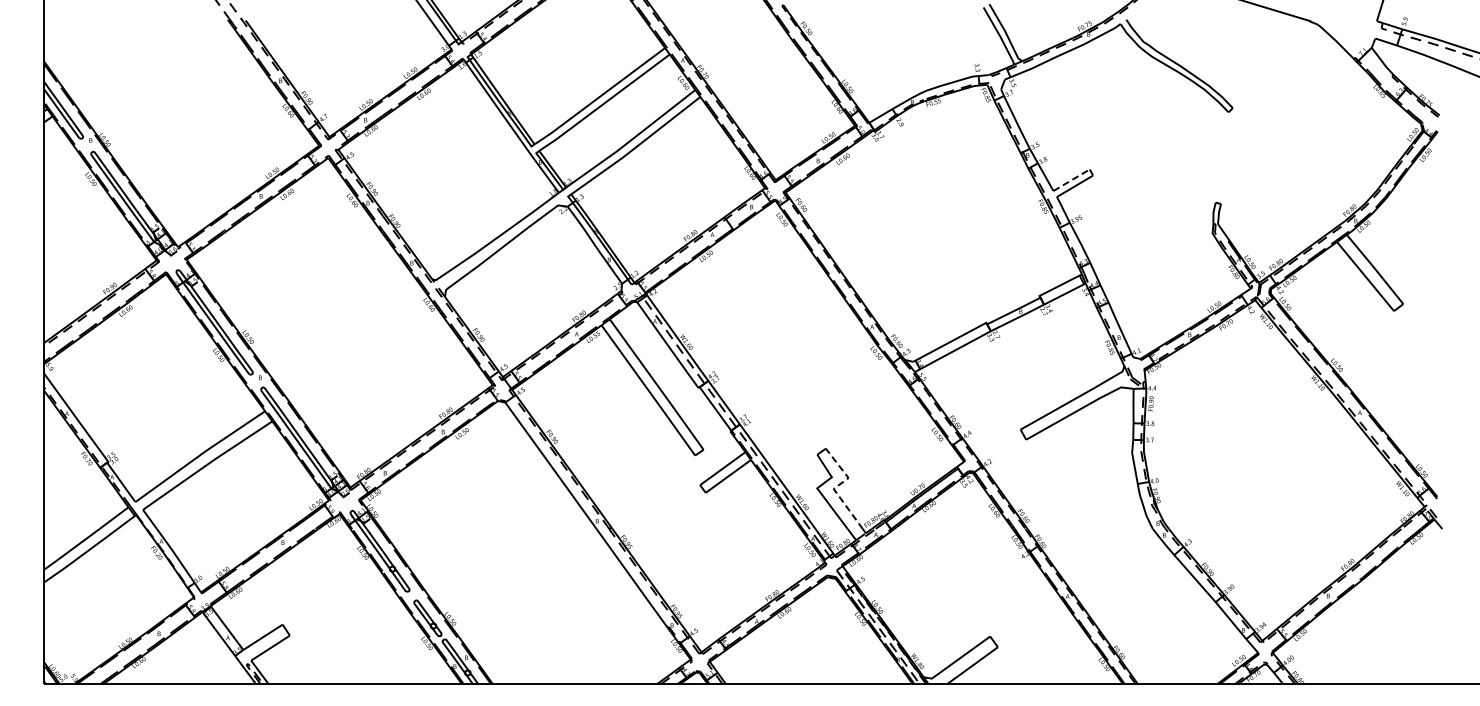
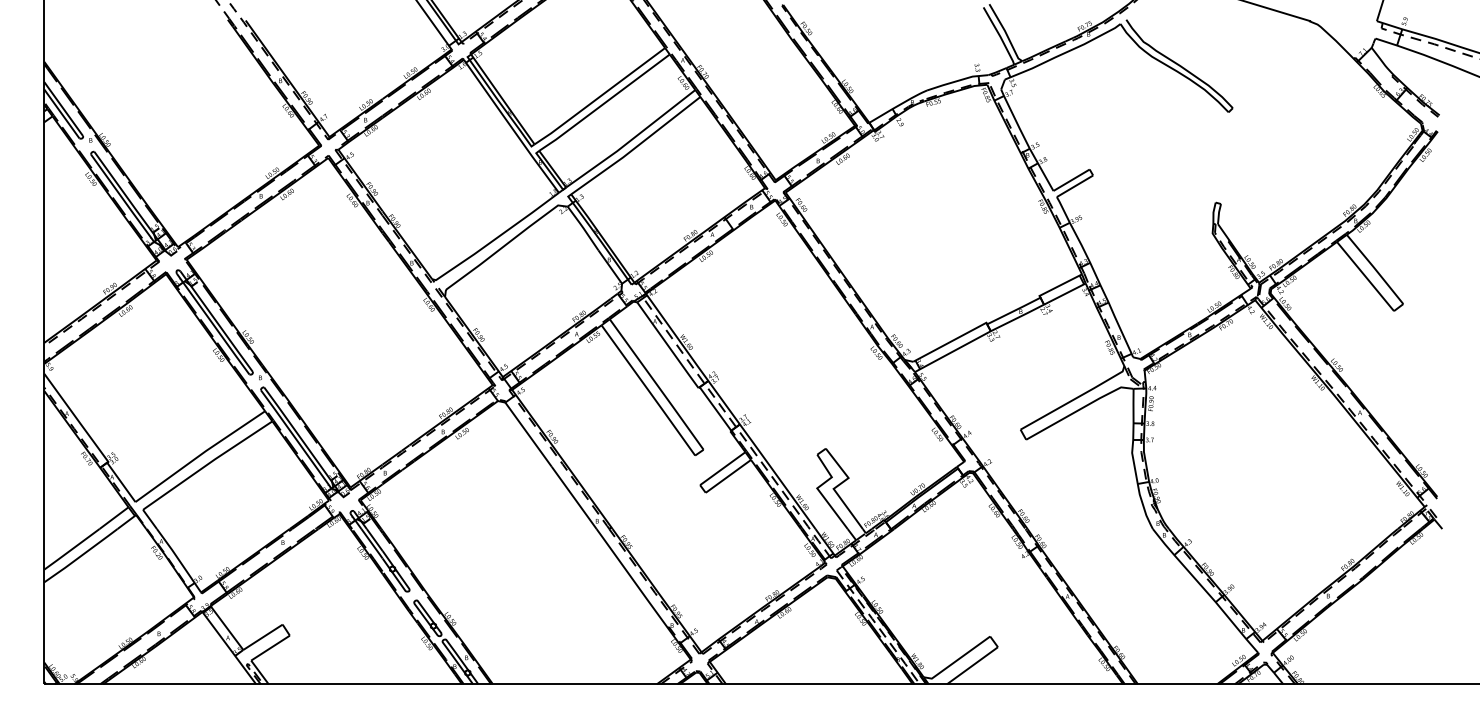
line at (1072, 180): dashed -> solid
line at (836, 486): dashed -> solid
